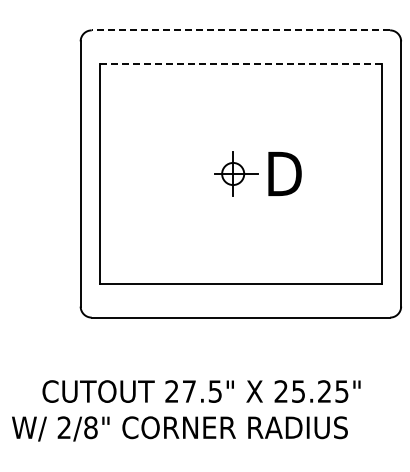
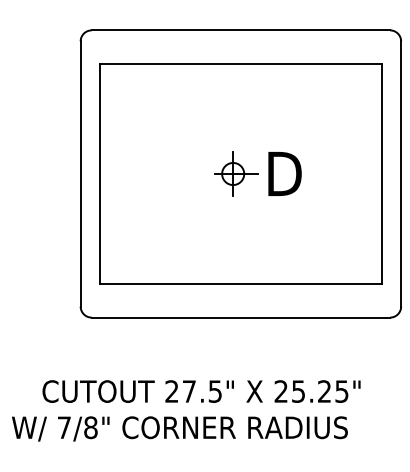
line at (240, 30): dashed -> solid
line at (240, 64): dashed -> solid
text at (63, 427): 2/8" -> 7/8"
